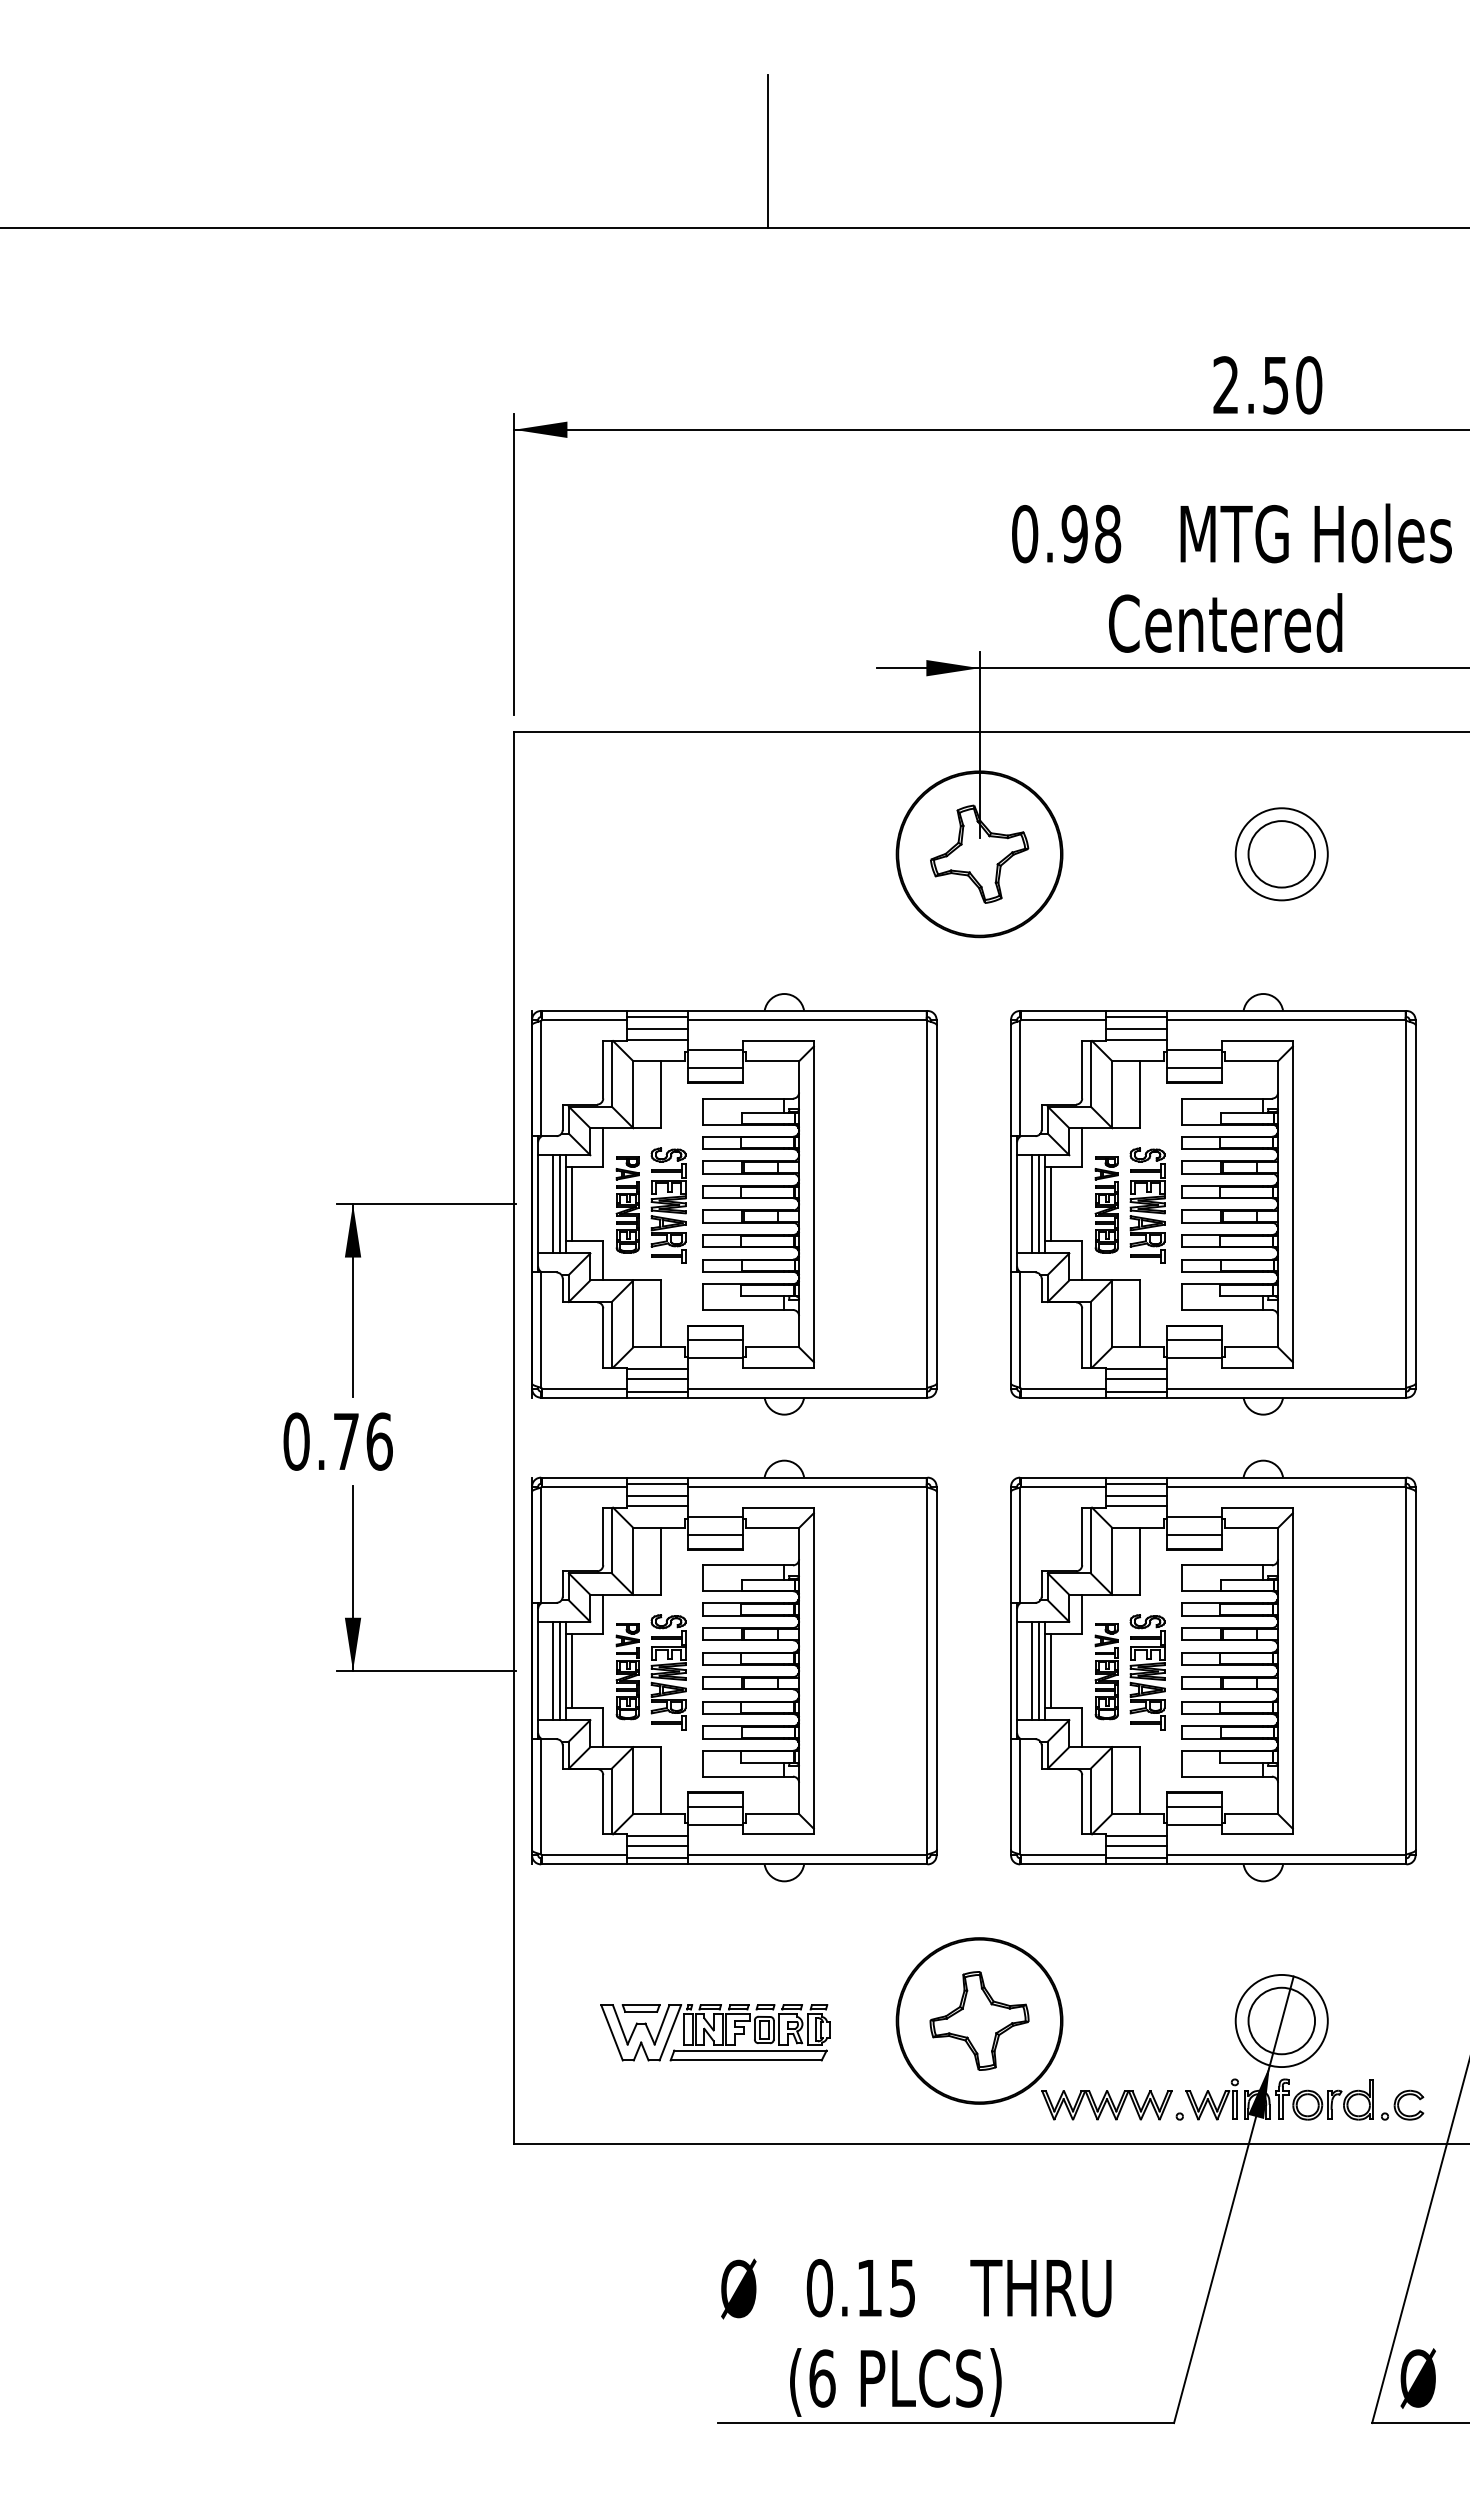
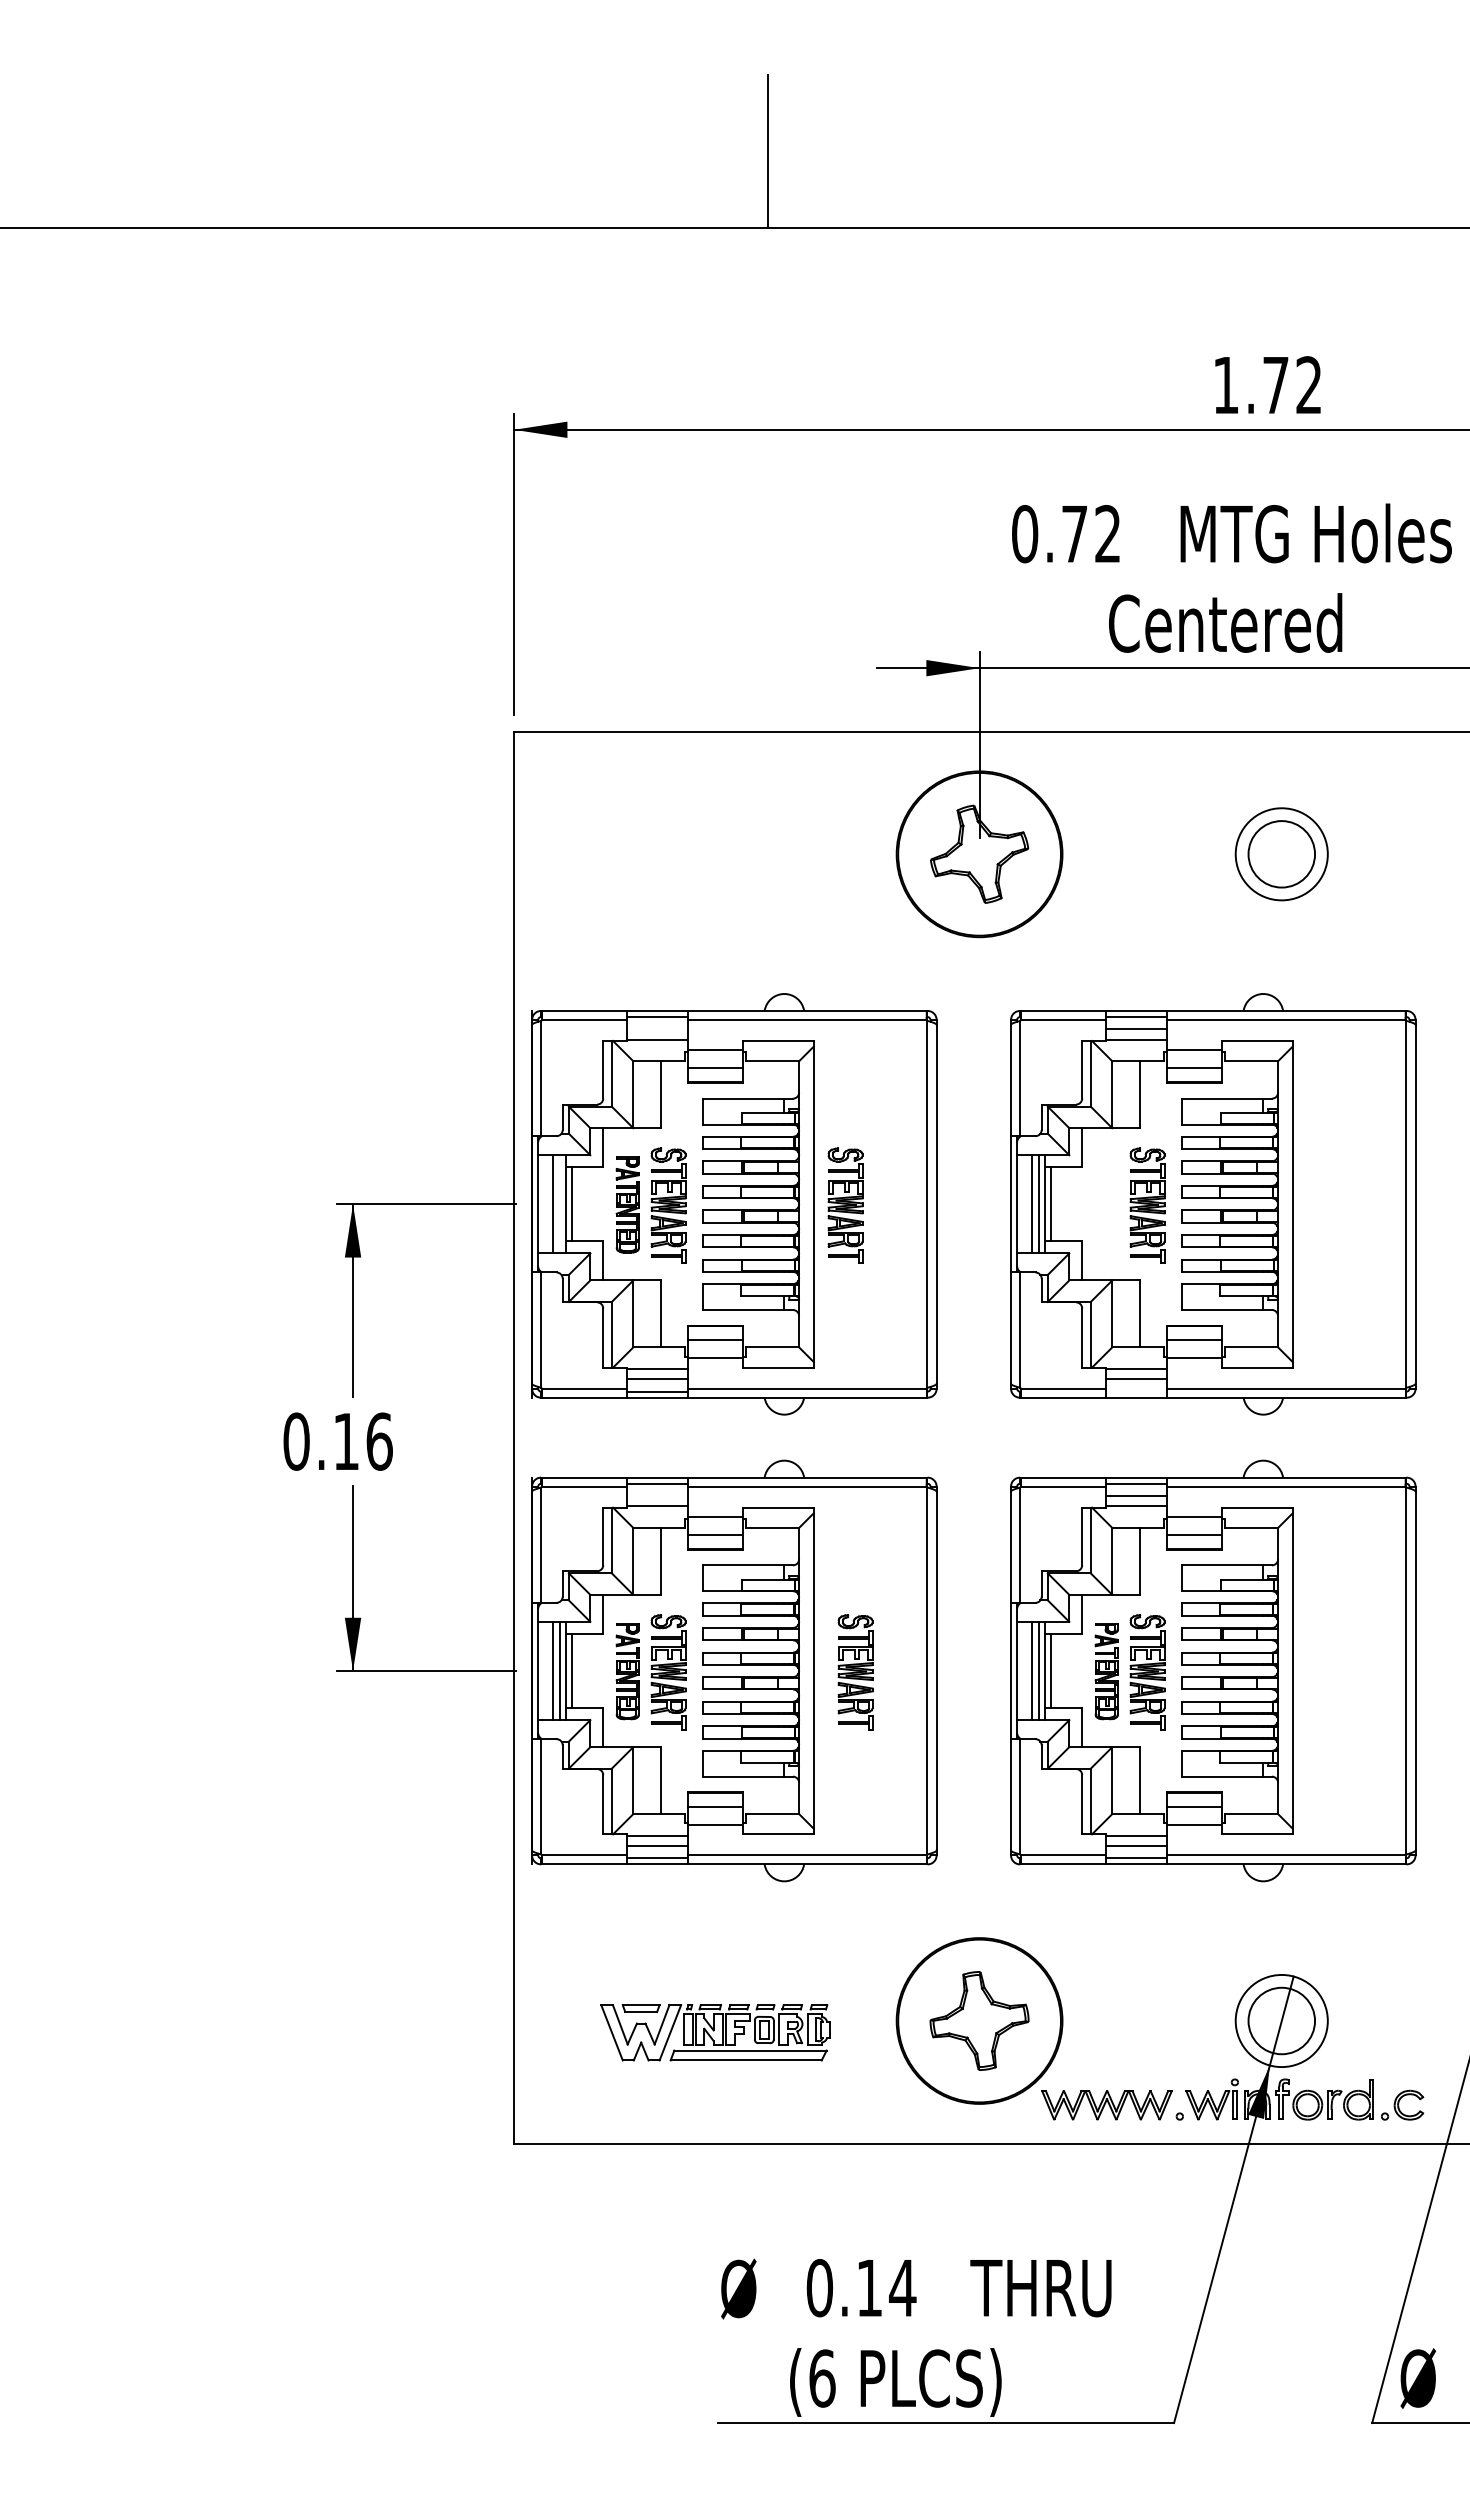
text at (1267, 385): 2.50 -> 1.72
text at (1091, 534): 0.98 -> 0.72
line at (656, 1029): present -> none
line at (559, 1204): present -> none
part at (1106, 1204): present -> none
part at (845, 1205): none -> present
line at (1135, 1391): present -> none
text at (346, 1441): 0.76 -> 0.16
line at (656, 1496): present -> none
part at (855, 1672): none -> present
text at (902, 2288): 0.15 -> 0.14
